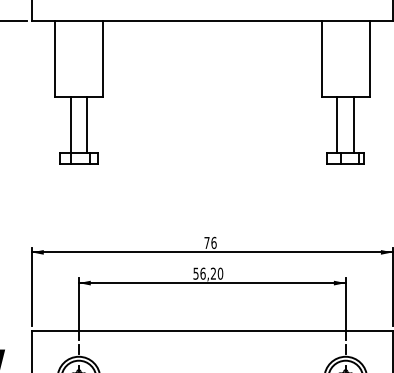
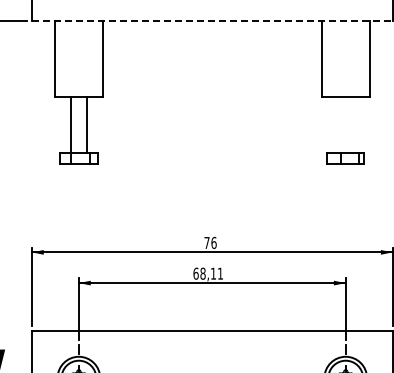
line at (212, 21): solid -> dashed
line at (337, 125): present -> none
line at (354, 125): present -> none
text at (208, 273): 56,20 -> 68,11
